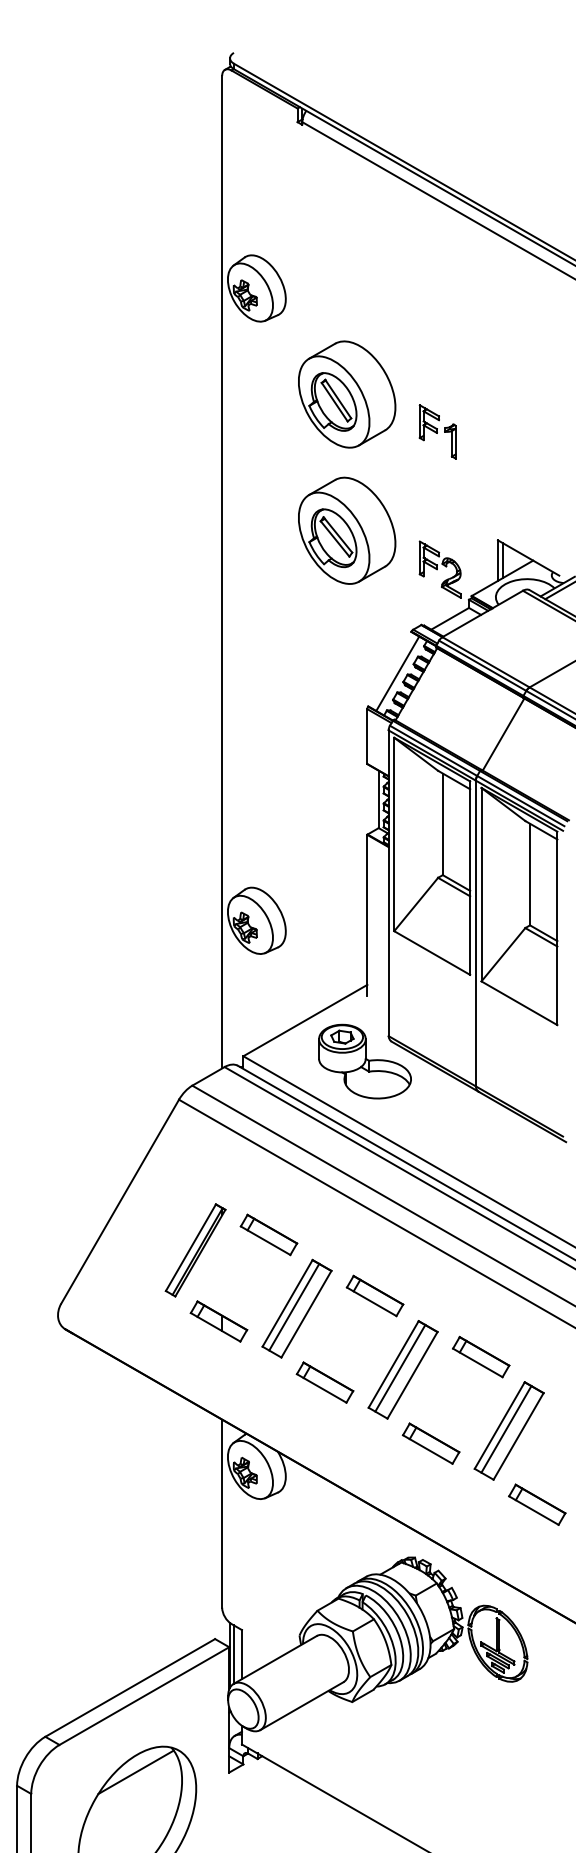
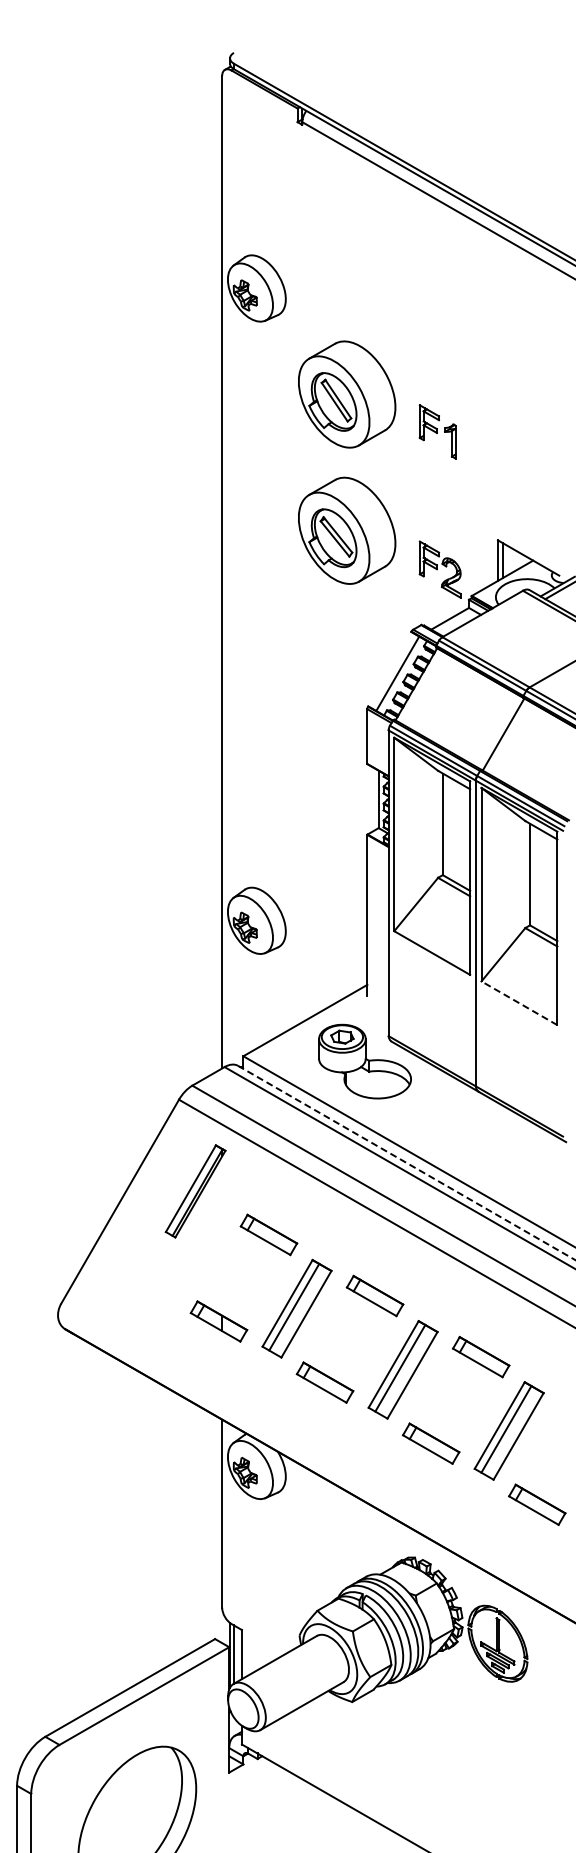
line at (519, 1003): solid -> dashed
line at (406, 1163): solid -> dashed
part at (195, 1250) position: (195, 1250) -> (195, 1191)
line at (135, 1772): present -> none
